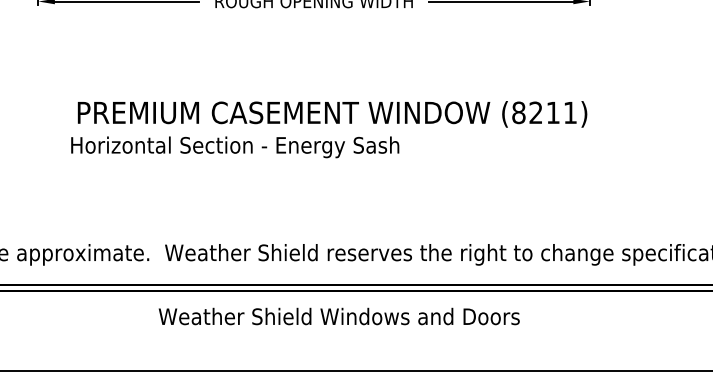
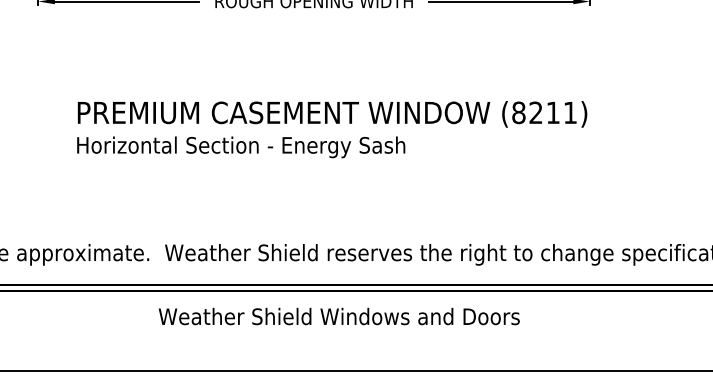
text at (235, 147) position: (235, 147) -> (241, 147)
